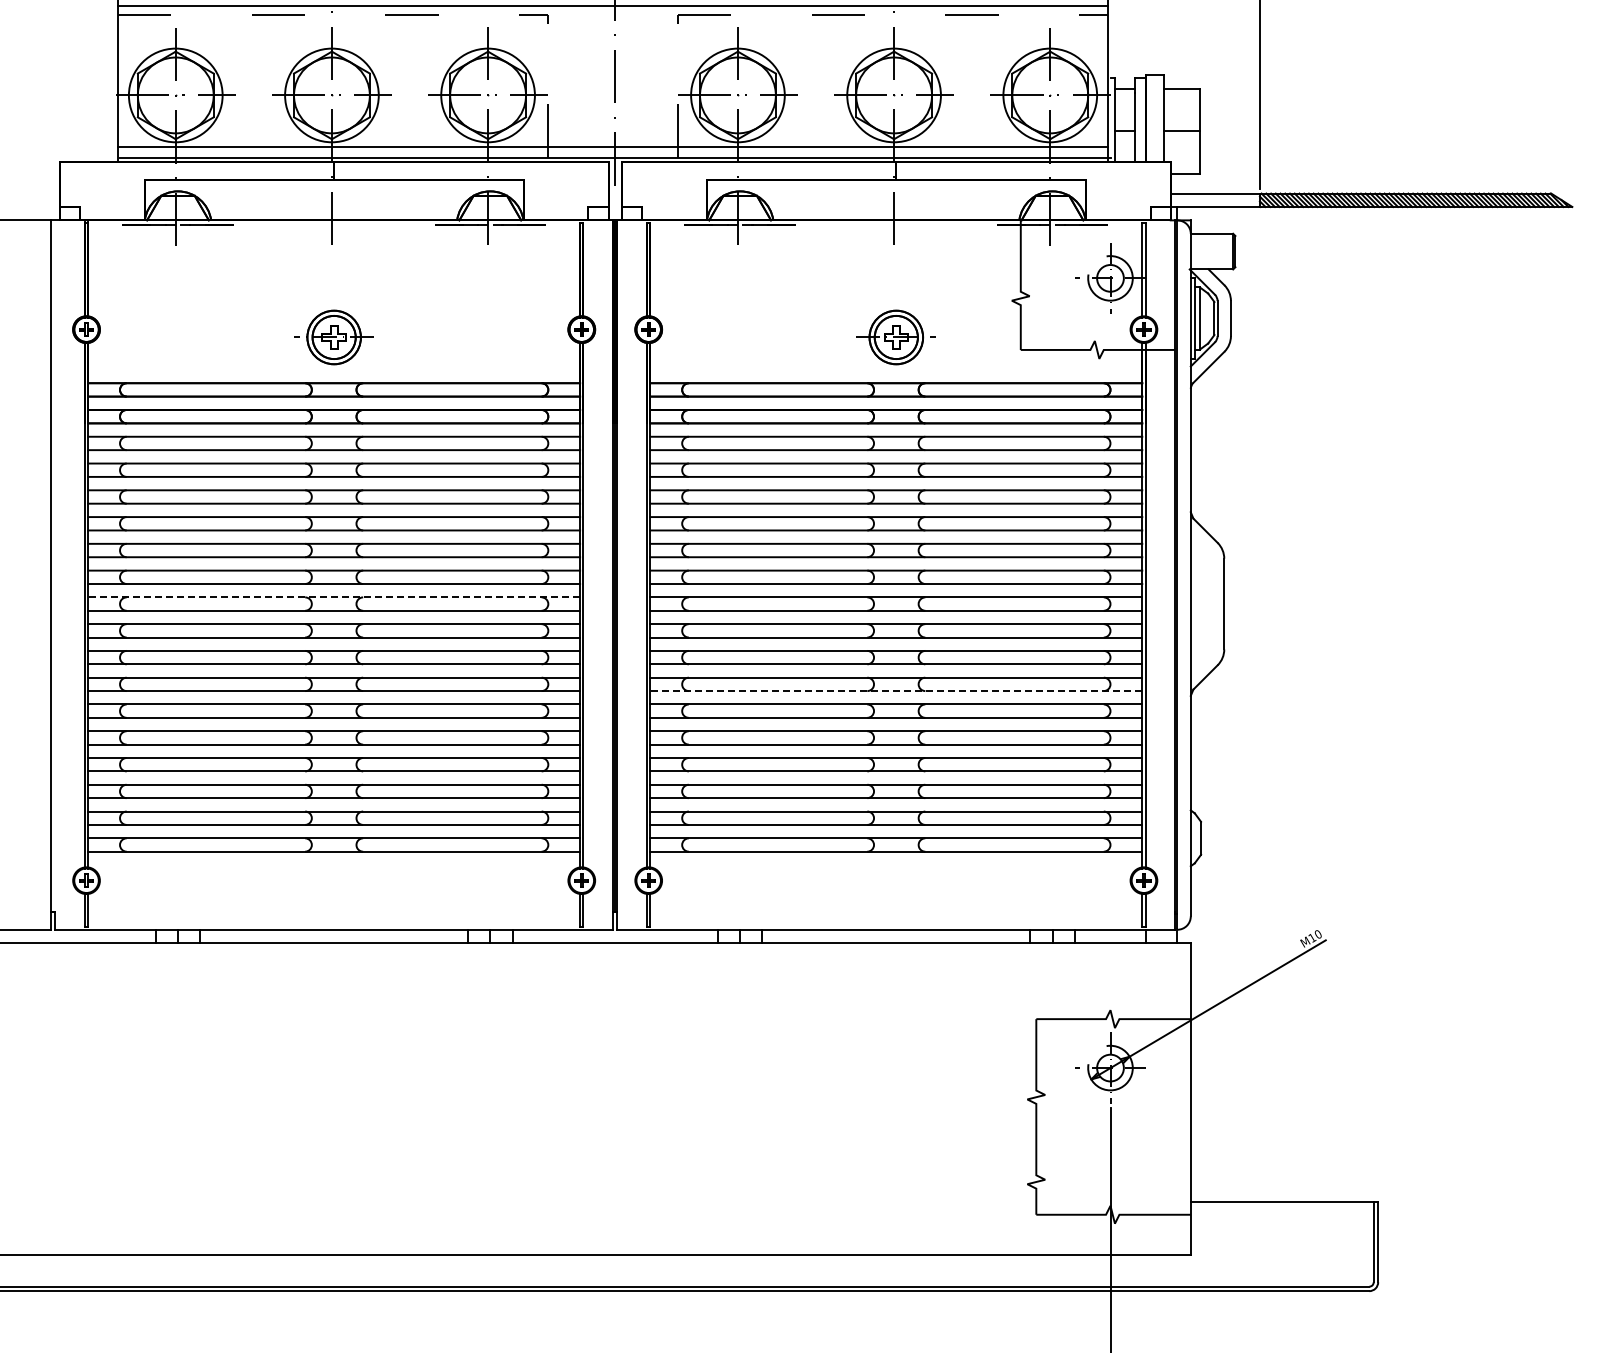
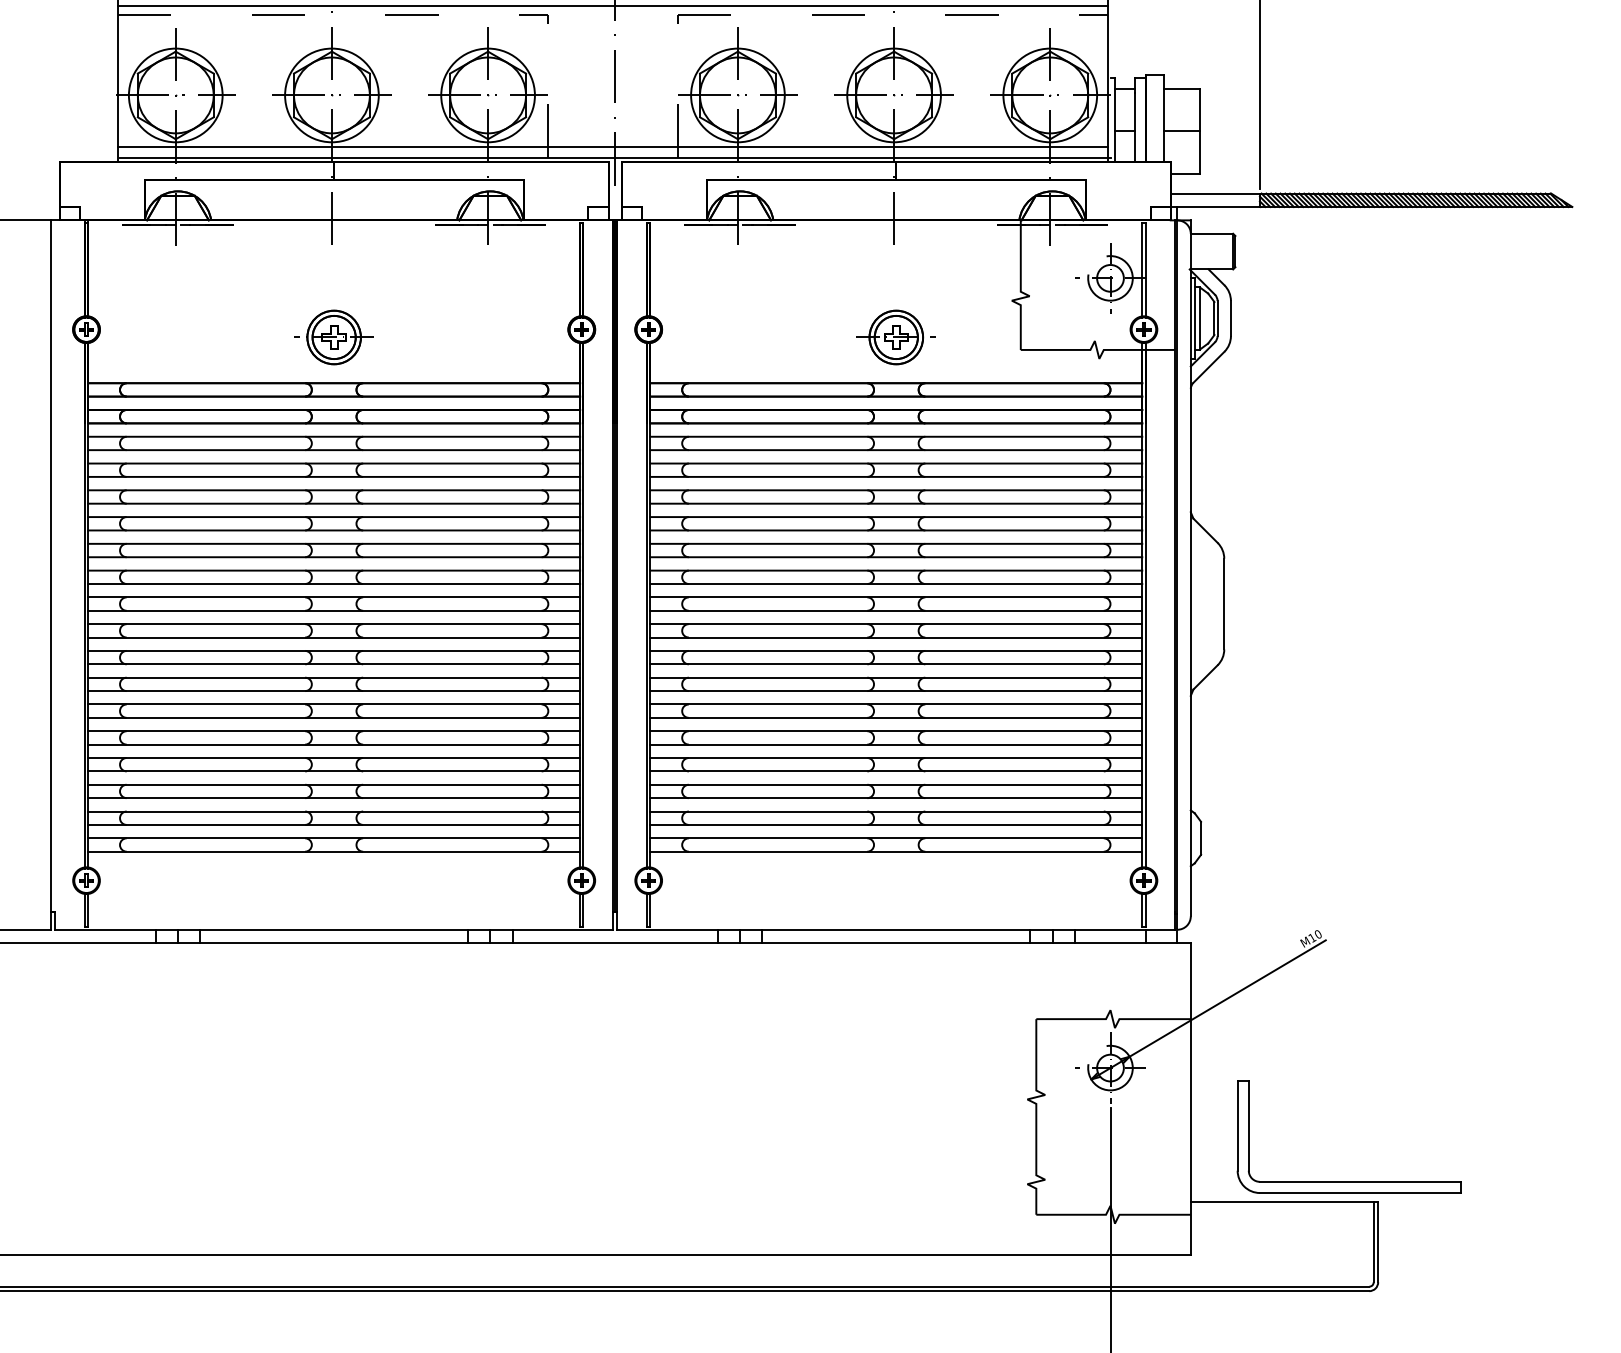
line at (334, 597): dashed -> solid
line at (896, 691): dashed -> solid
part at (1348, 1181): none -> present
